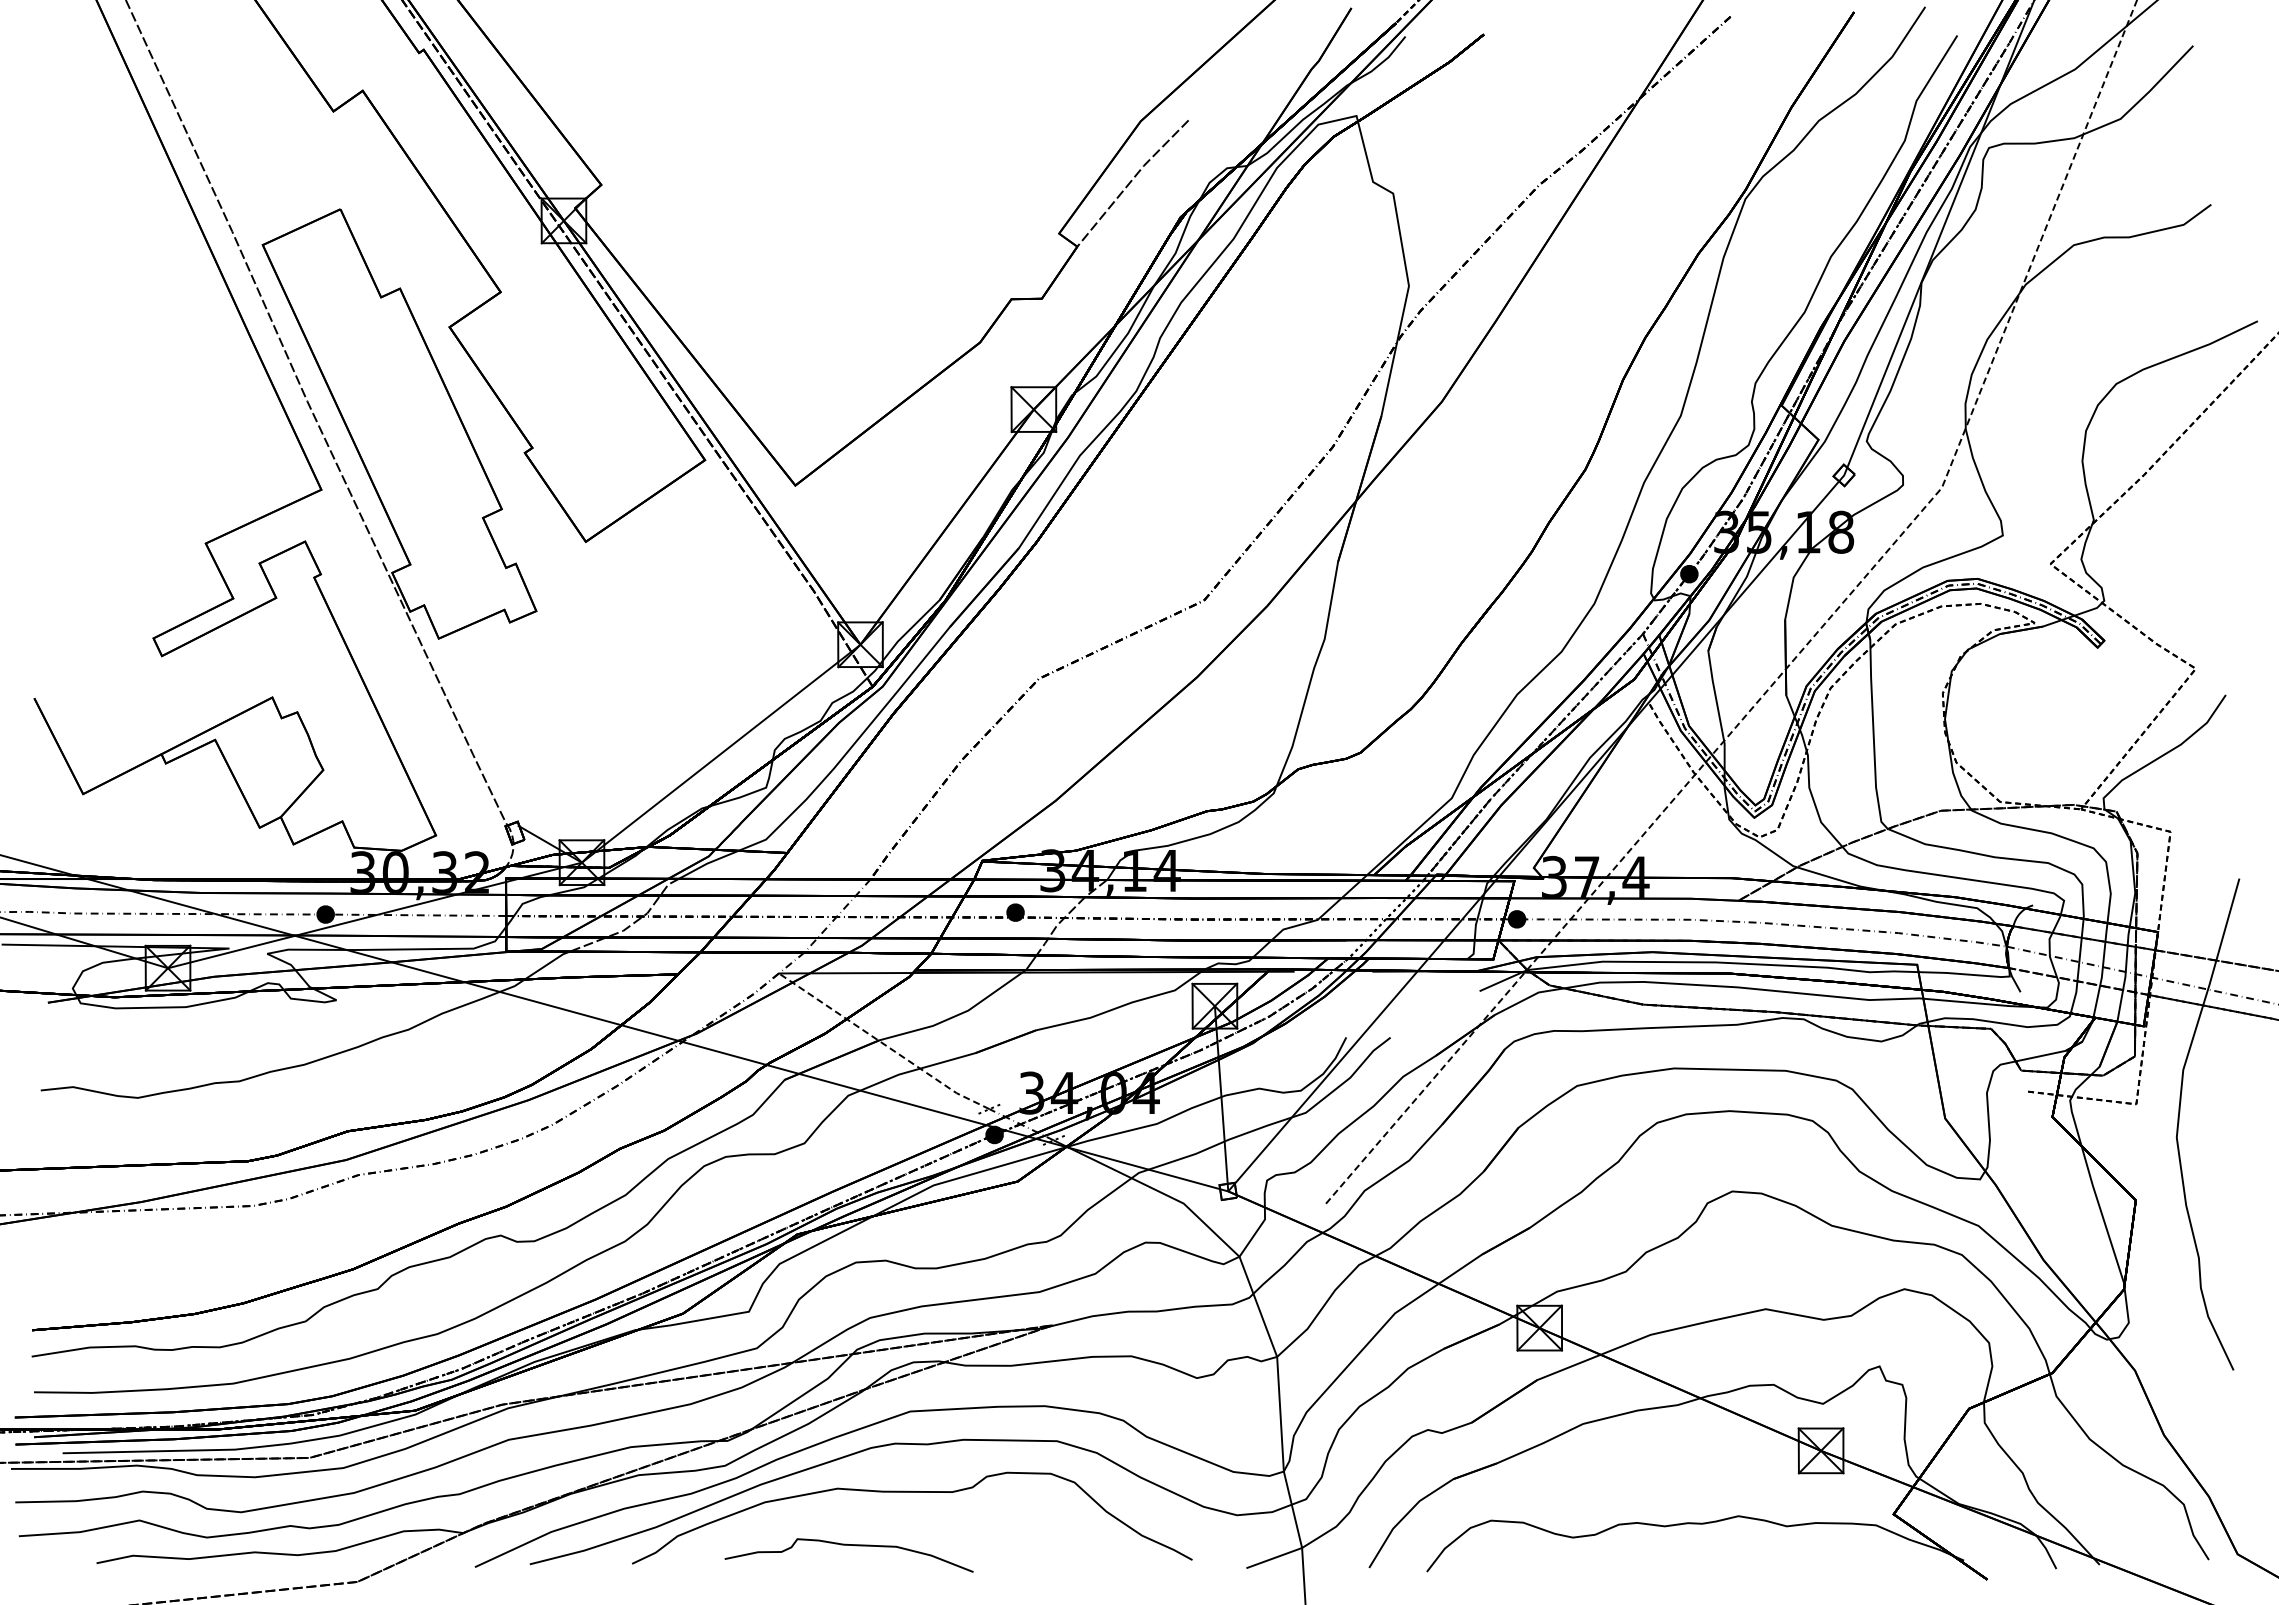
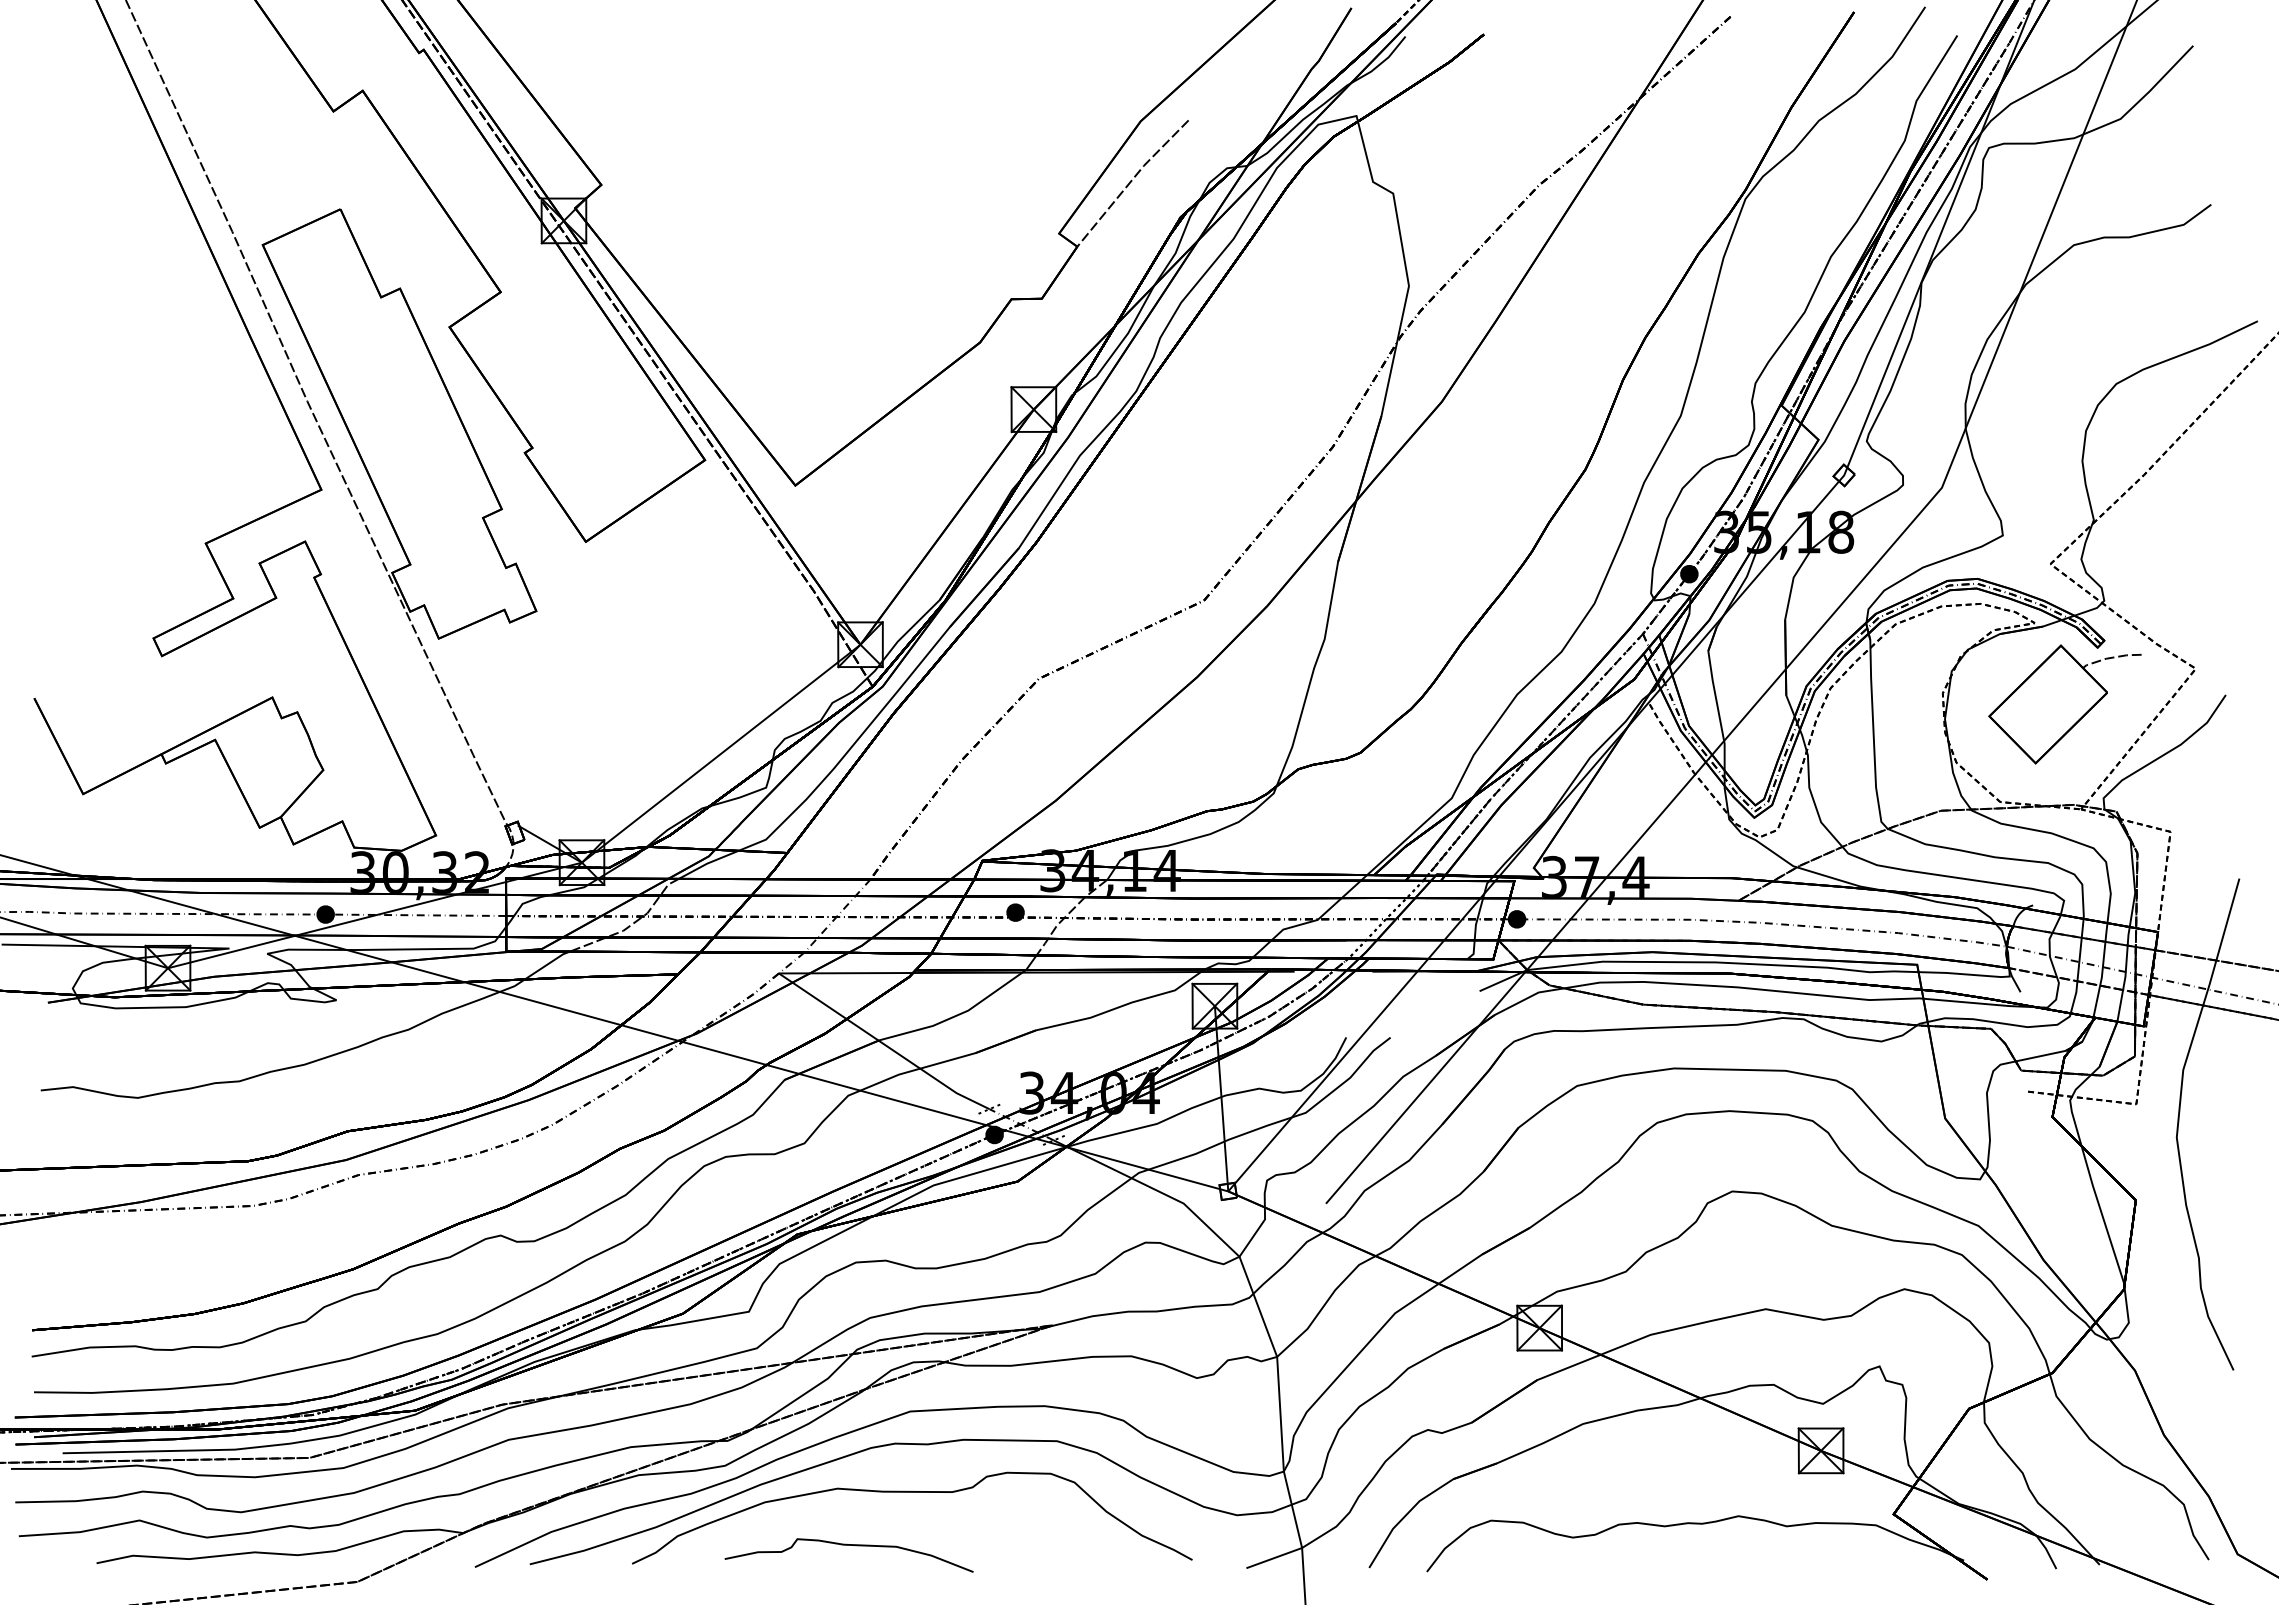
line at (1805, 646): dashed -> solid
part at (2064, 704): none -> present
line at (883, 1043): dashed -> solid
